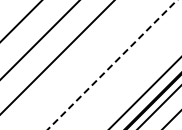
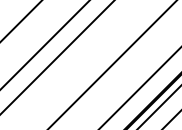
line at (39, 40) position: (39, 40) -> (44, 45)
line at (111, 65): dashed -> solid
line at (144, 92) position: (144, 92) -> (139, 87)
